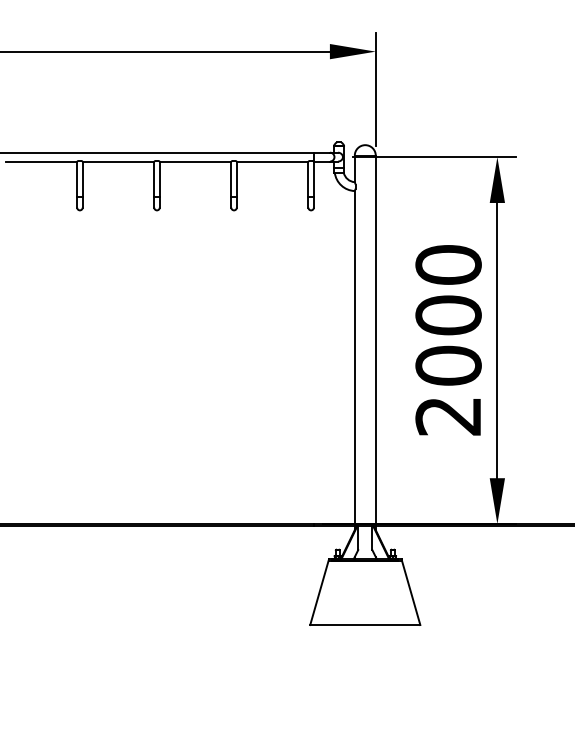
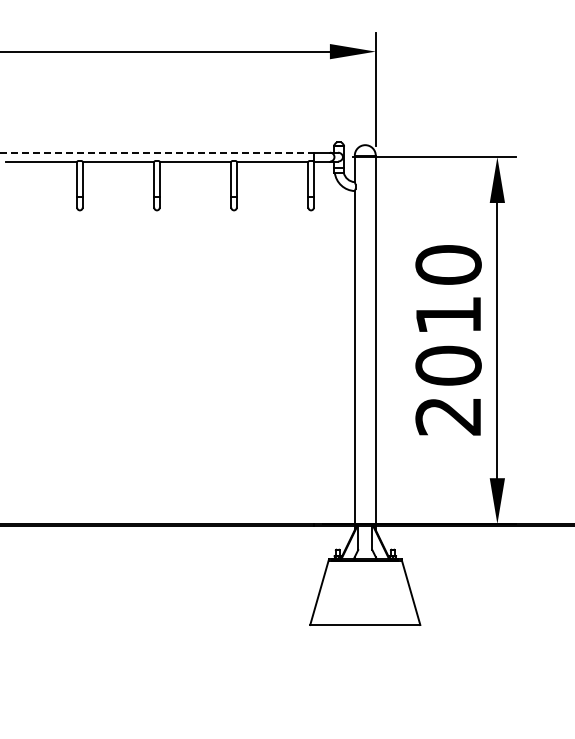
line at (157, 152): solid -> dashed
text at (448, 315): 2000 -> 2010
